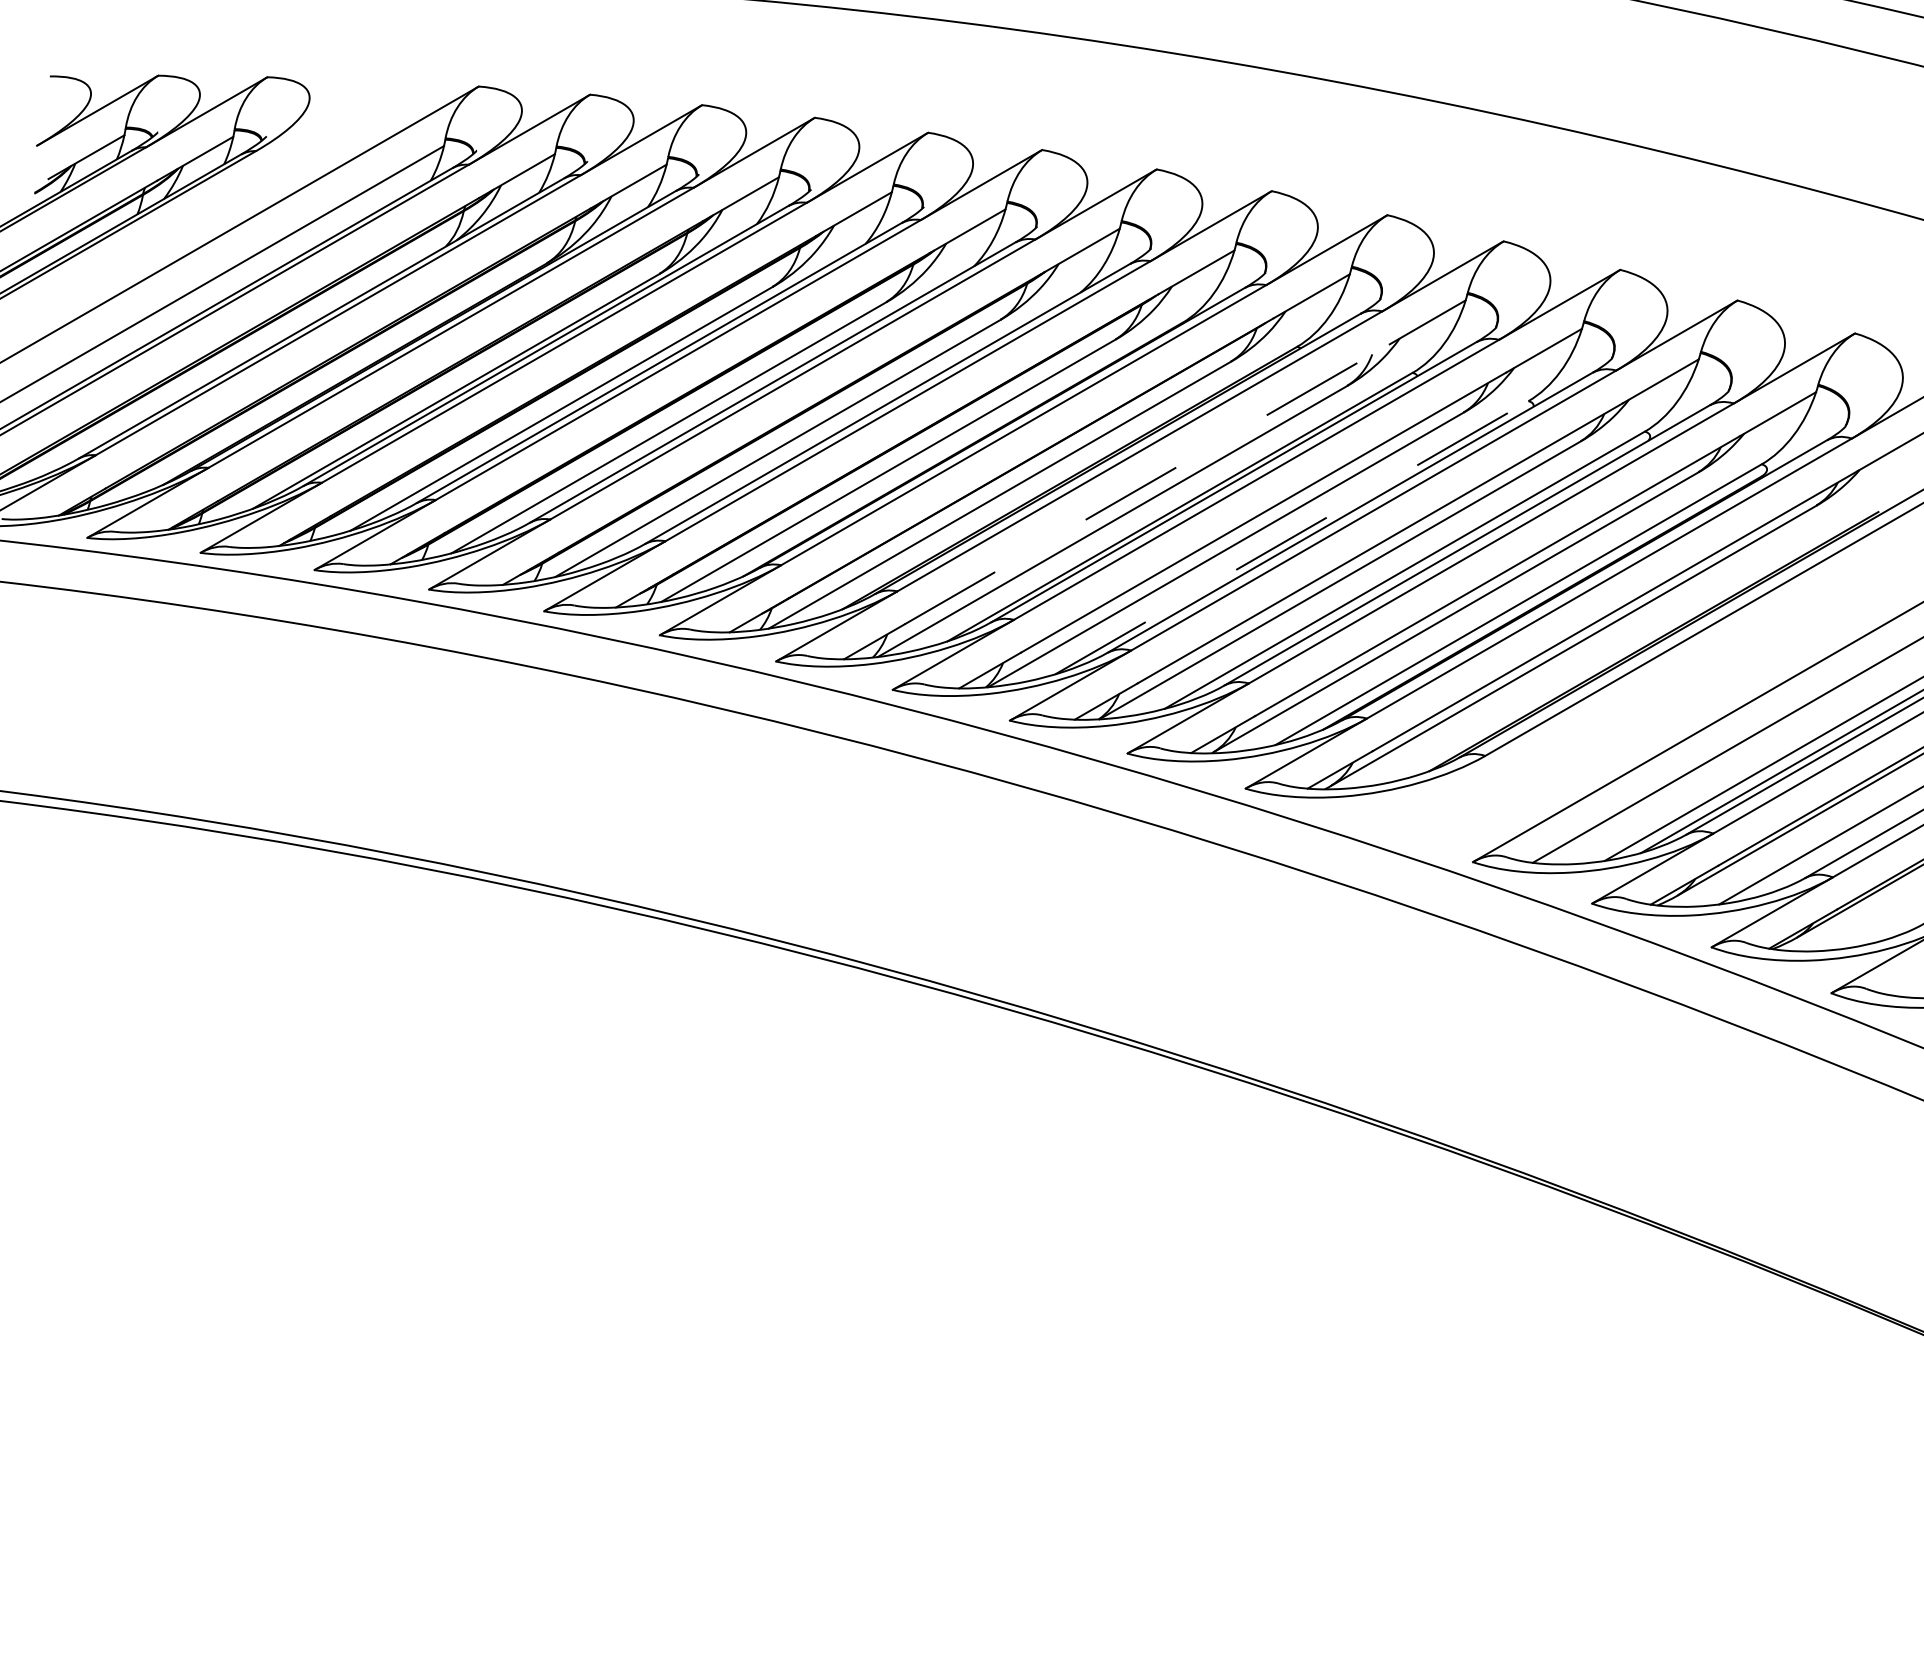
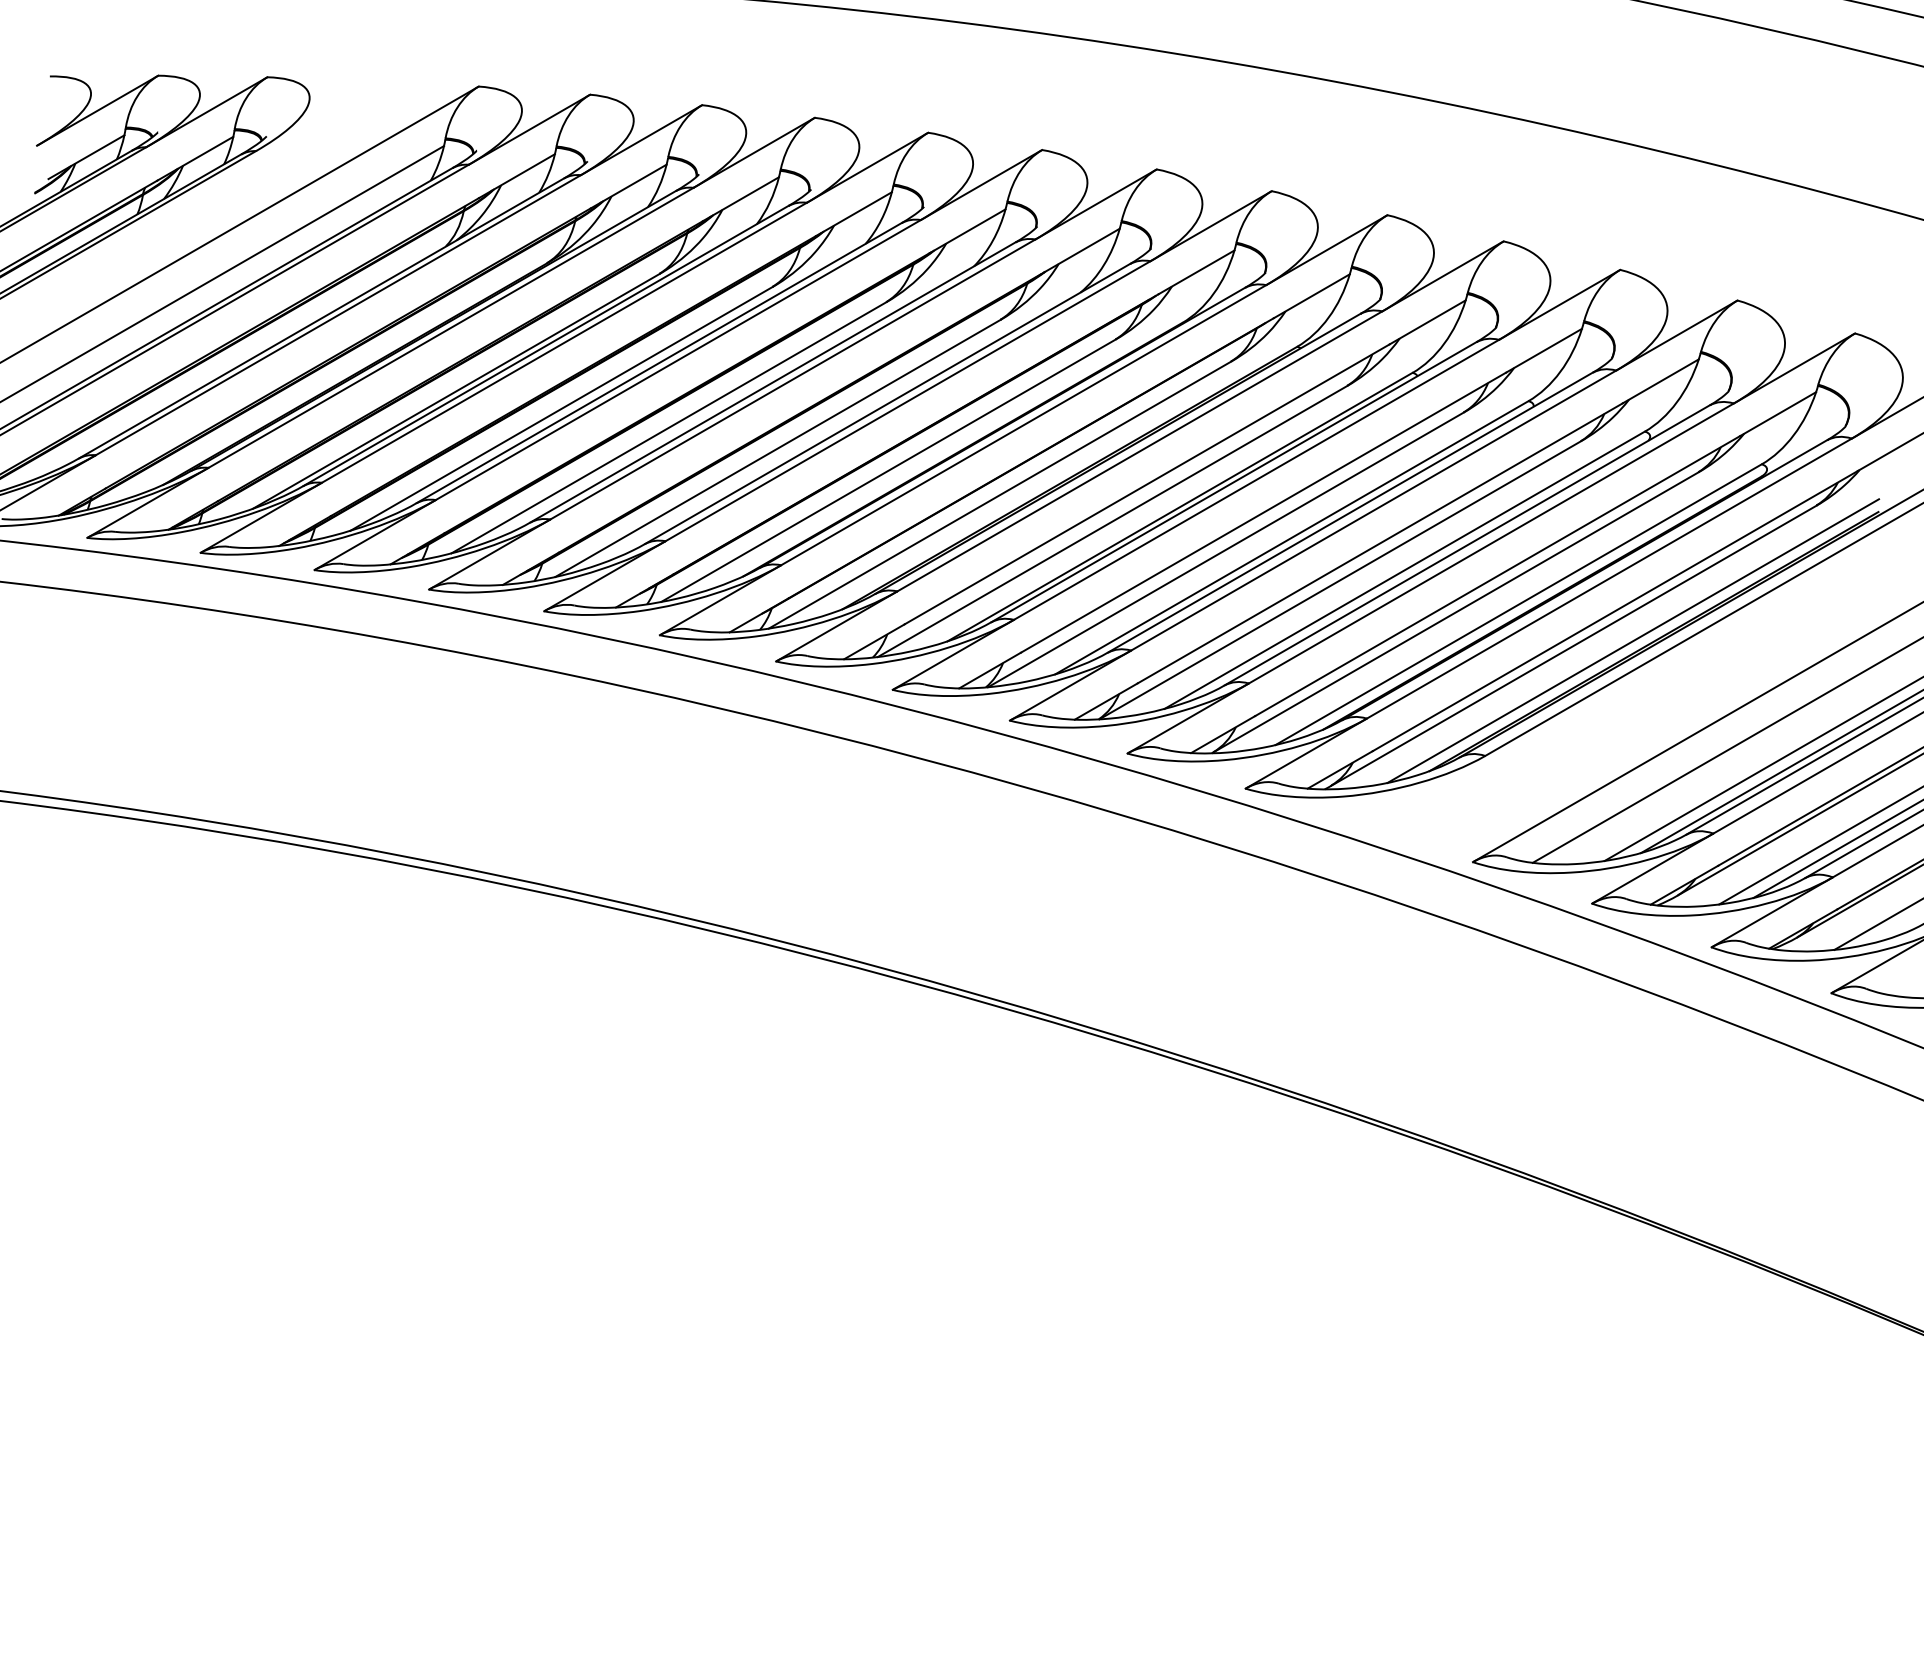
line at (1147, 484): dashed -> solid
line at (1292, 537): dashed -> solid
line at (1633, 641): none -> present
line at (1836, 849): none -> present
line at (1877, 924): none -> present
